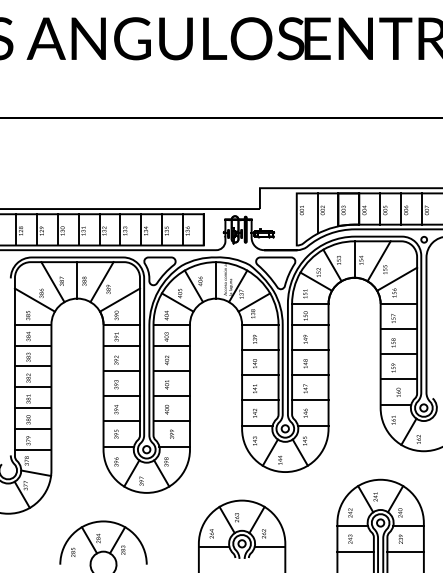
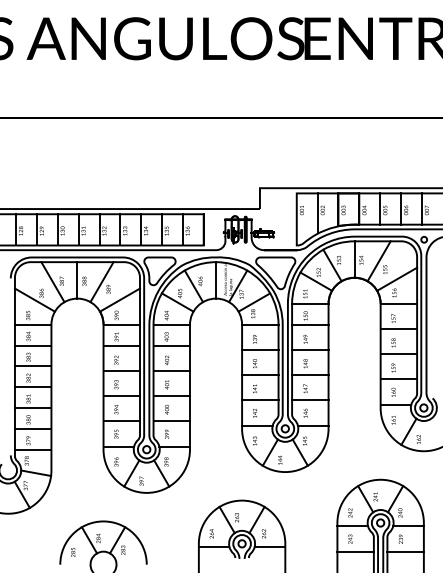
text at (398, 391) position: (398, 391) -> (393, 391)
text at (172, 433) position: (172, 433) -> (167, 433)
